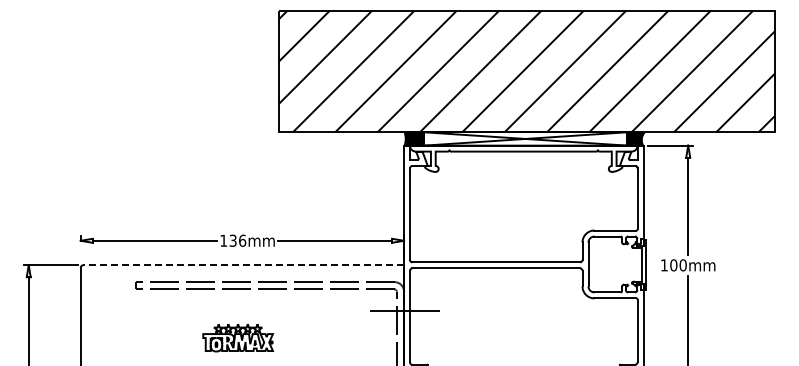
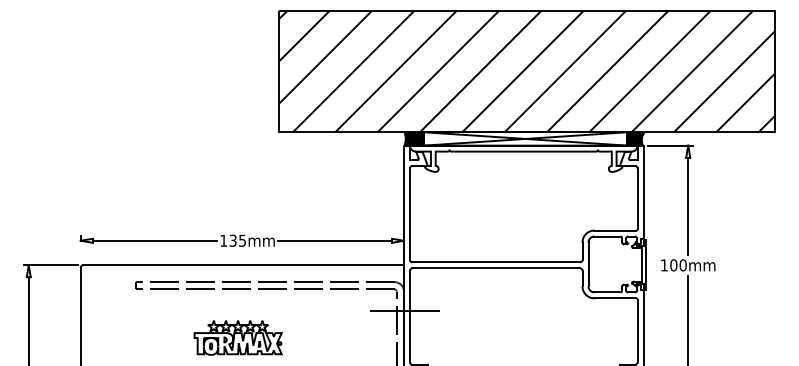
text at (242, 240): 136mm -> 135mm
line at (243, 265): dashed -> solid
part at (238, 338) size: 73x29 px -> 90x36 px
